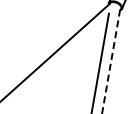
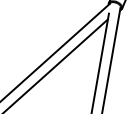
line at (111, 60): dashed -> solid
line at (56, 64): none -> present
